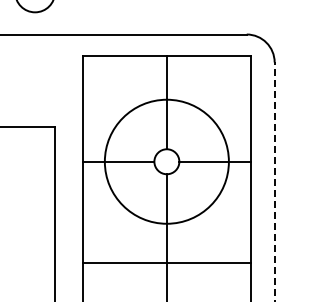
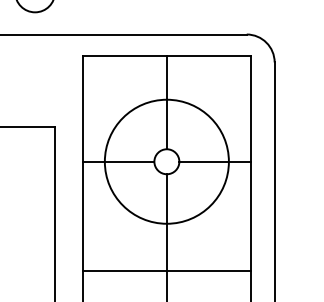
line at (274, 181): dashed -> solid
line at (166, 262) position: (166, 262) -> (166, 270)
